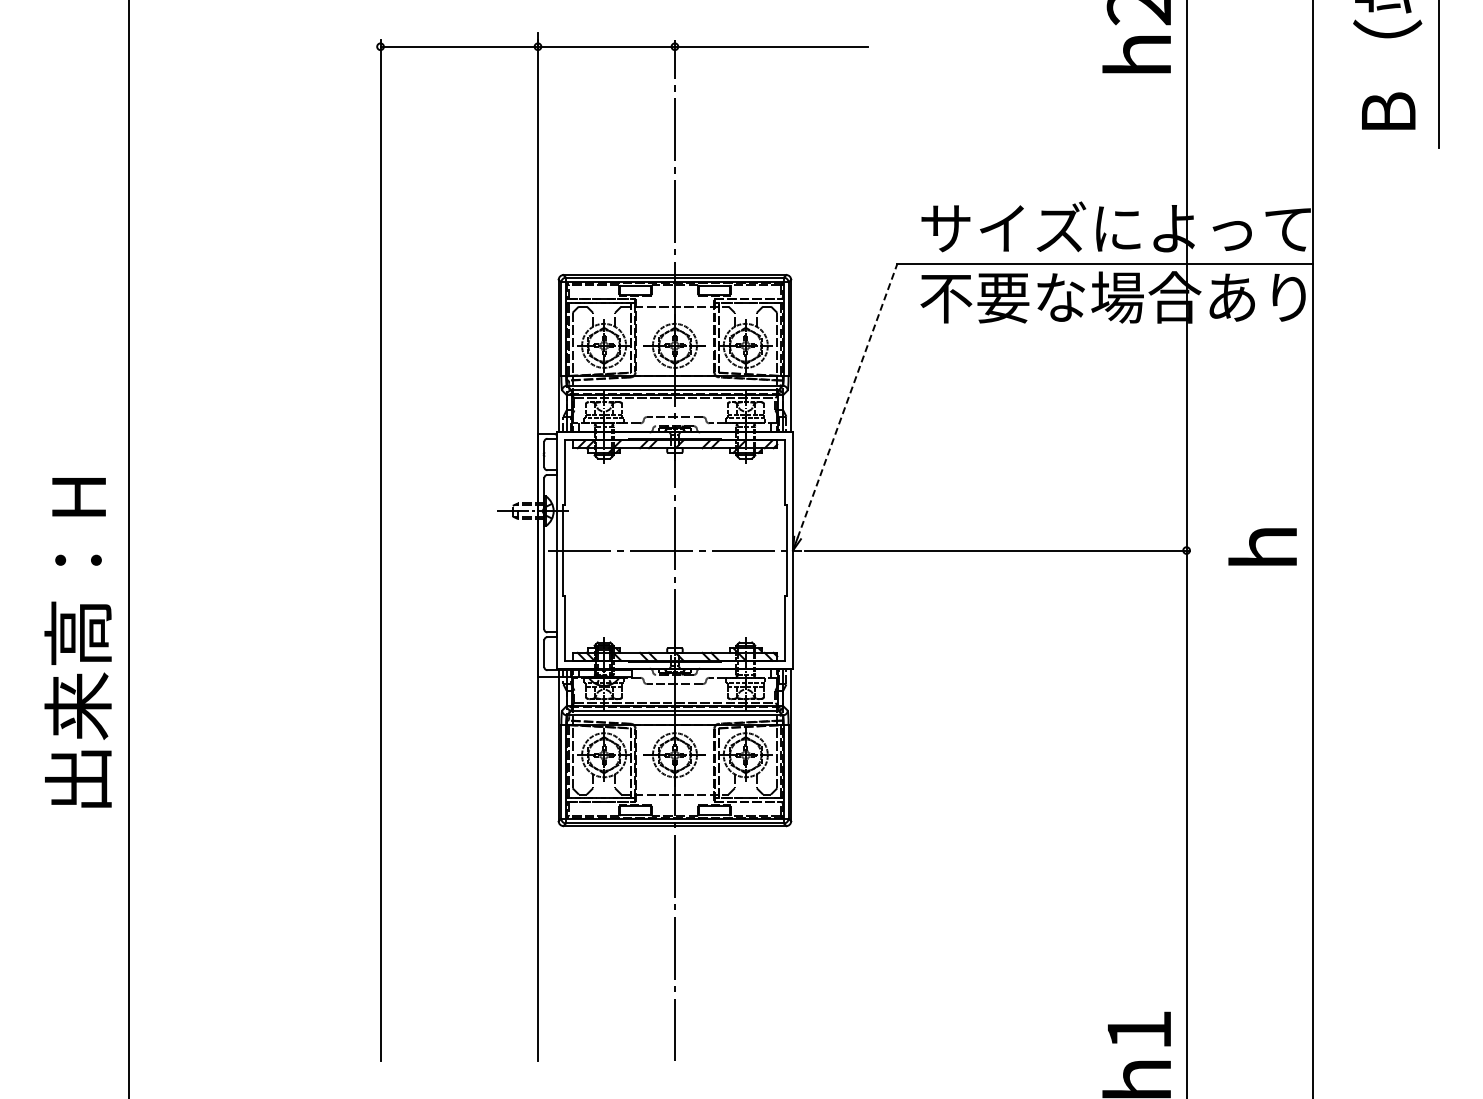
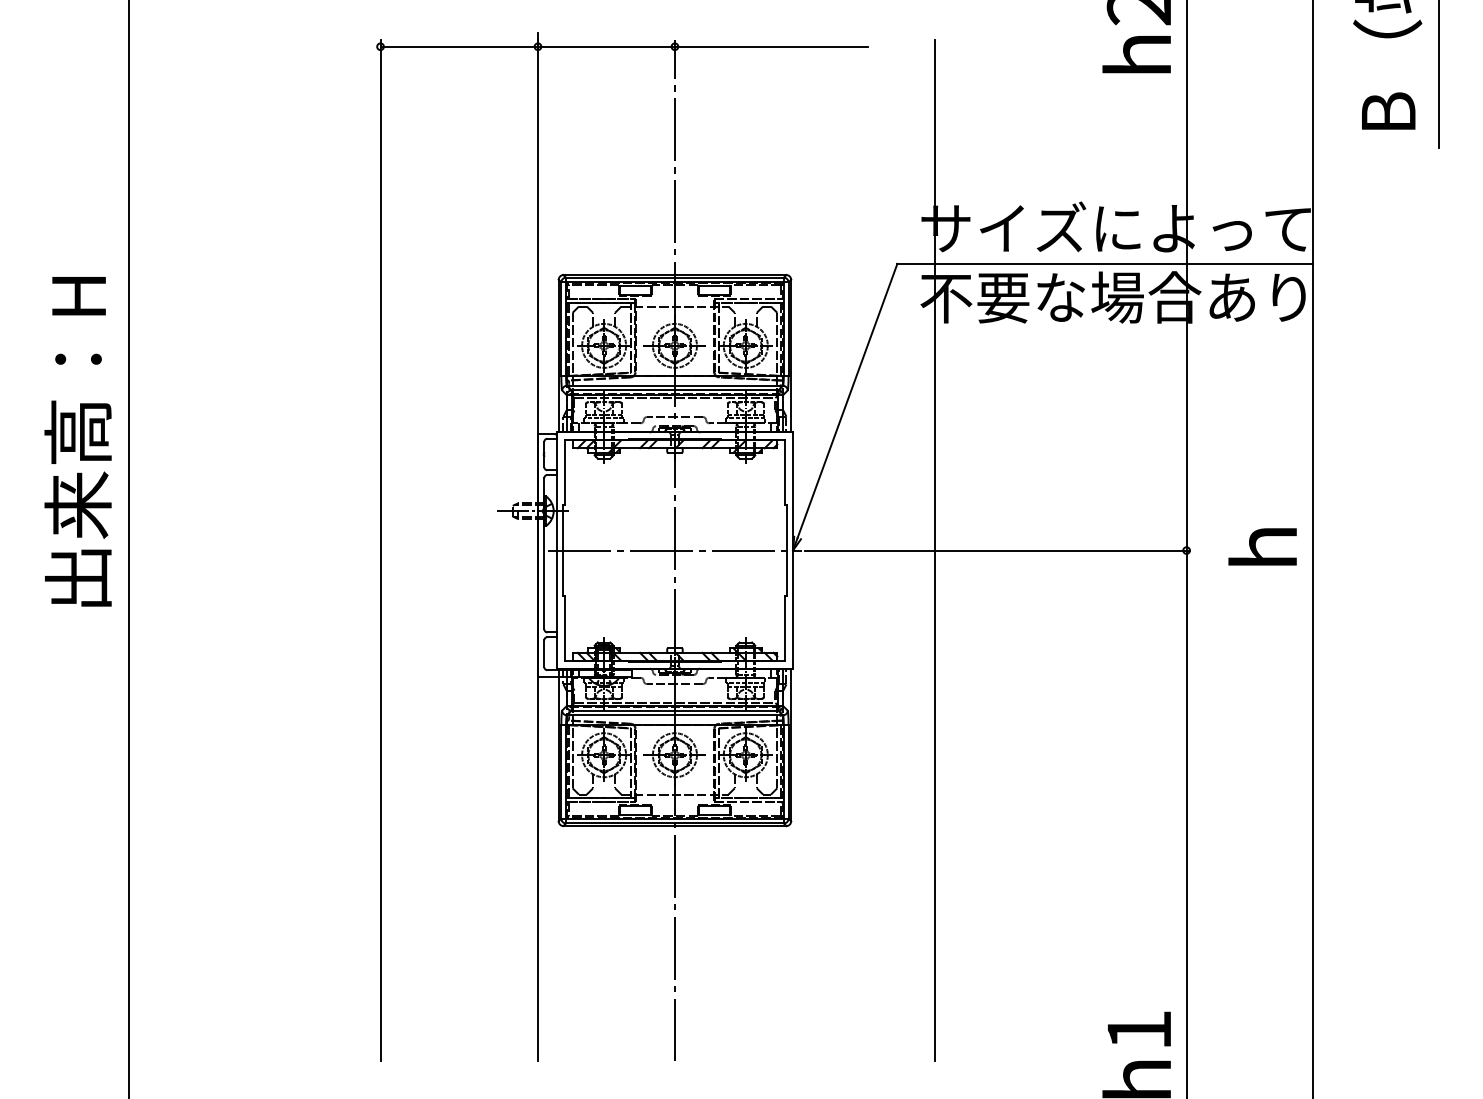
line at (847, 400): dashed -> solid
line at (934, 550): none -> present
text at (77, 642) position: (77, 642) -> (77, 441)
